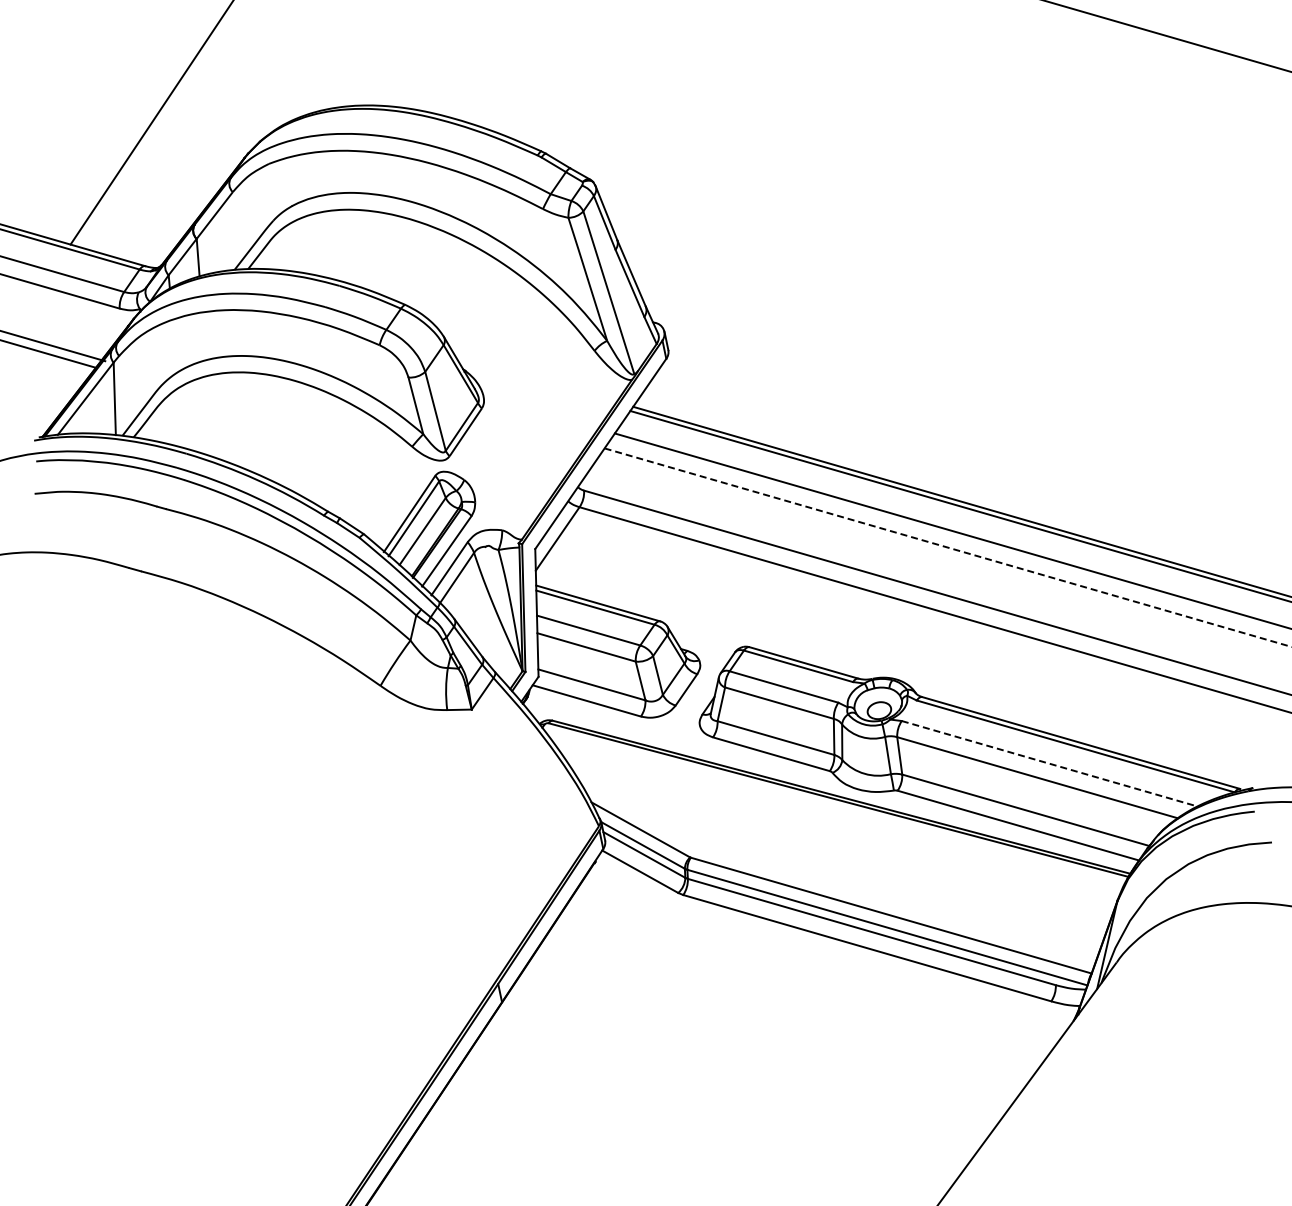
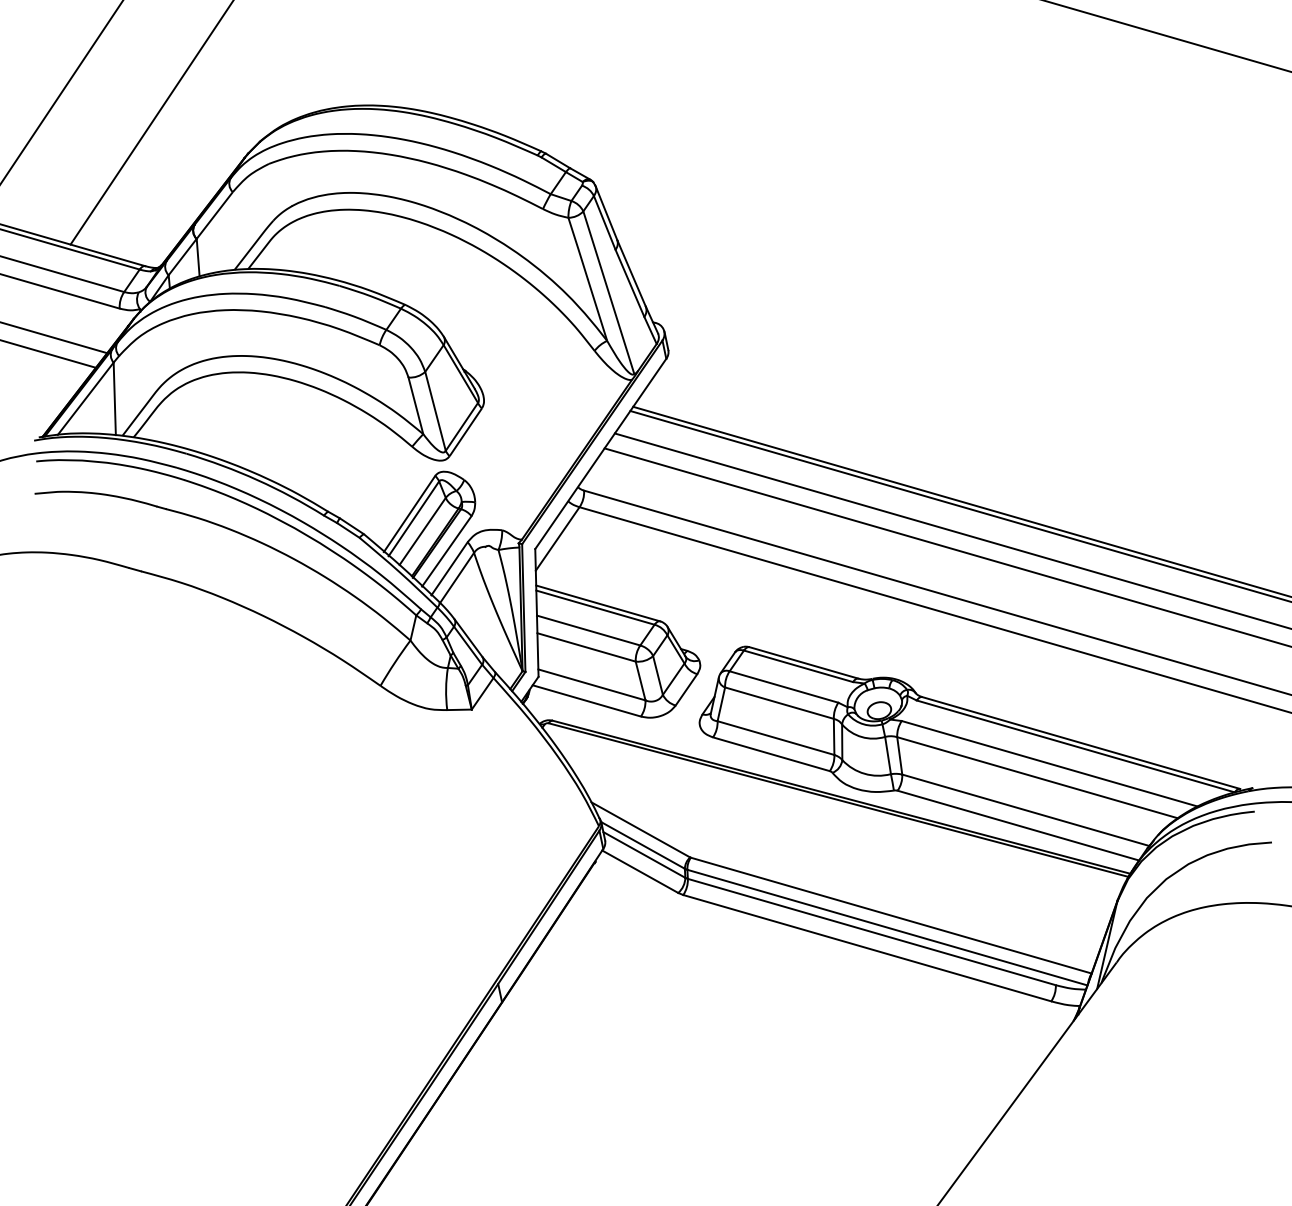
line at (61, 91): none -> present
line at (53, 346) position: (53, 346) -> (54, 337)
line at (948, 547): dashed -> solid
line at (1049, 763): dashed -> solid
